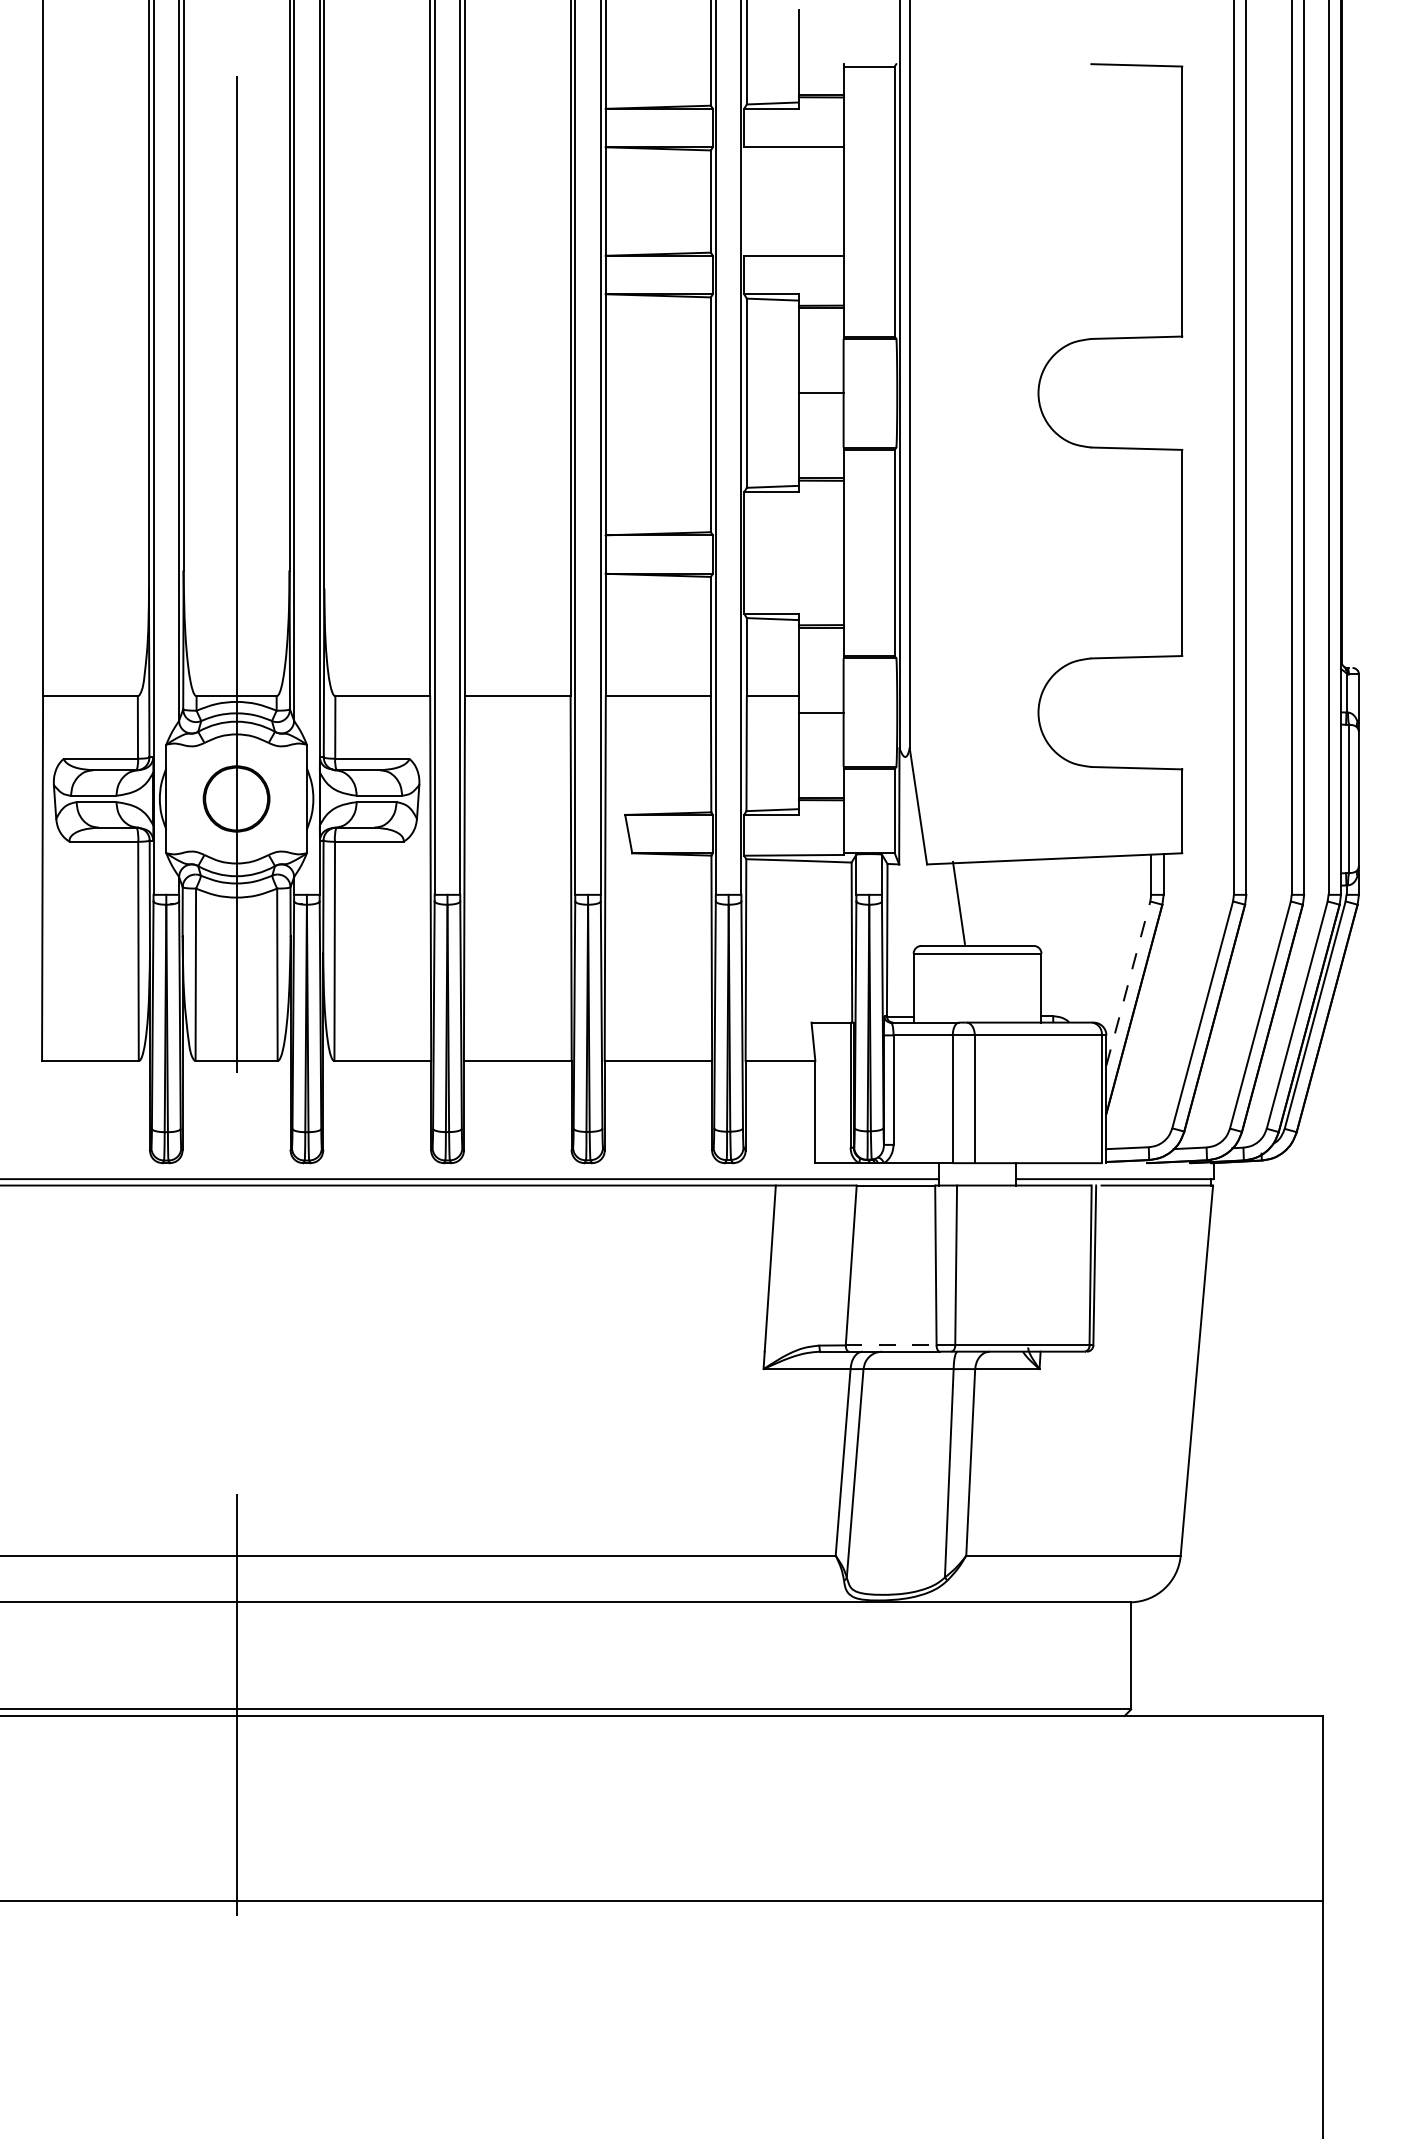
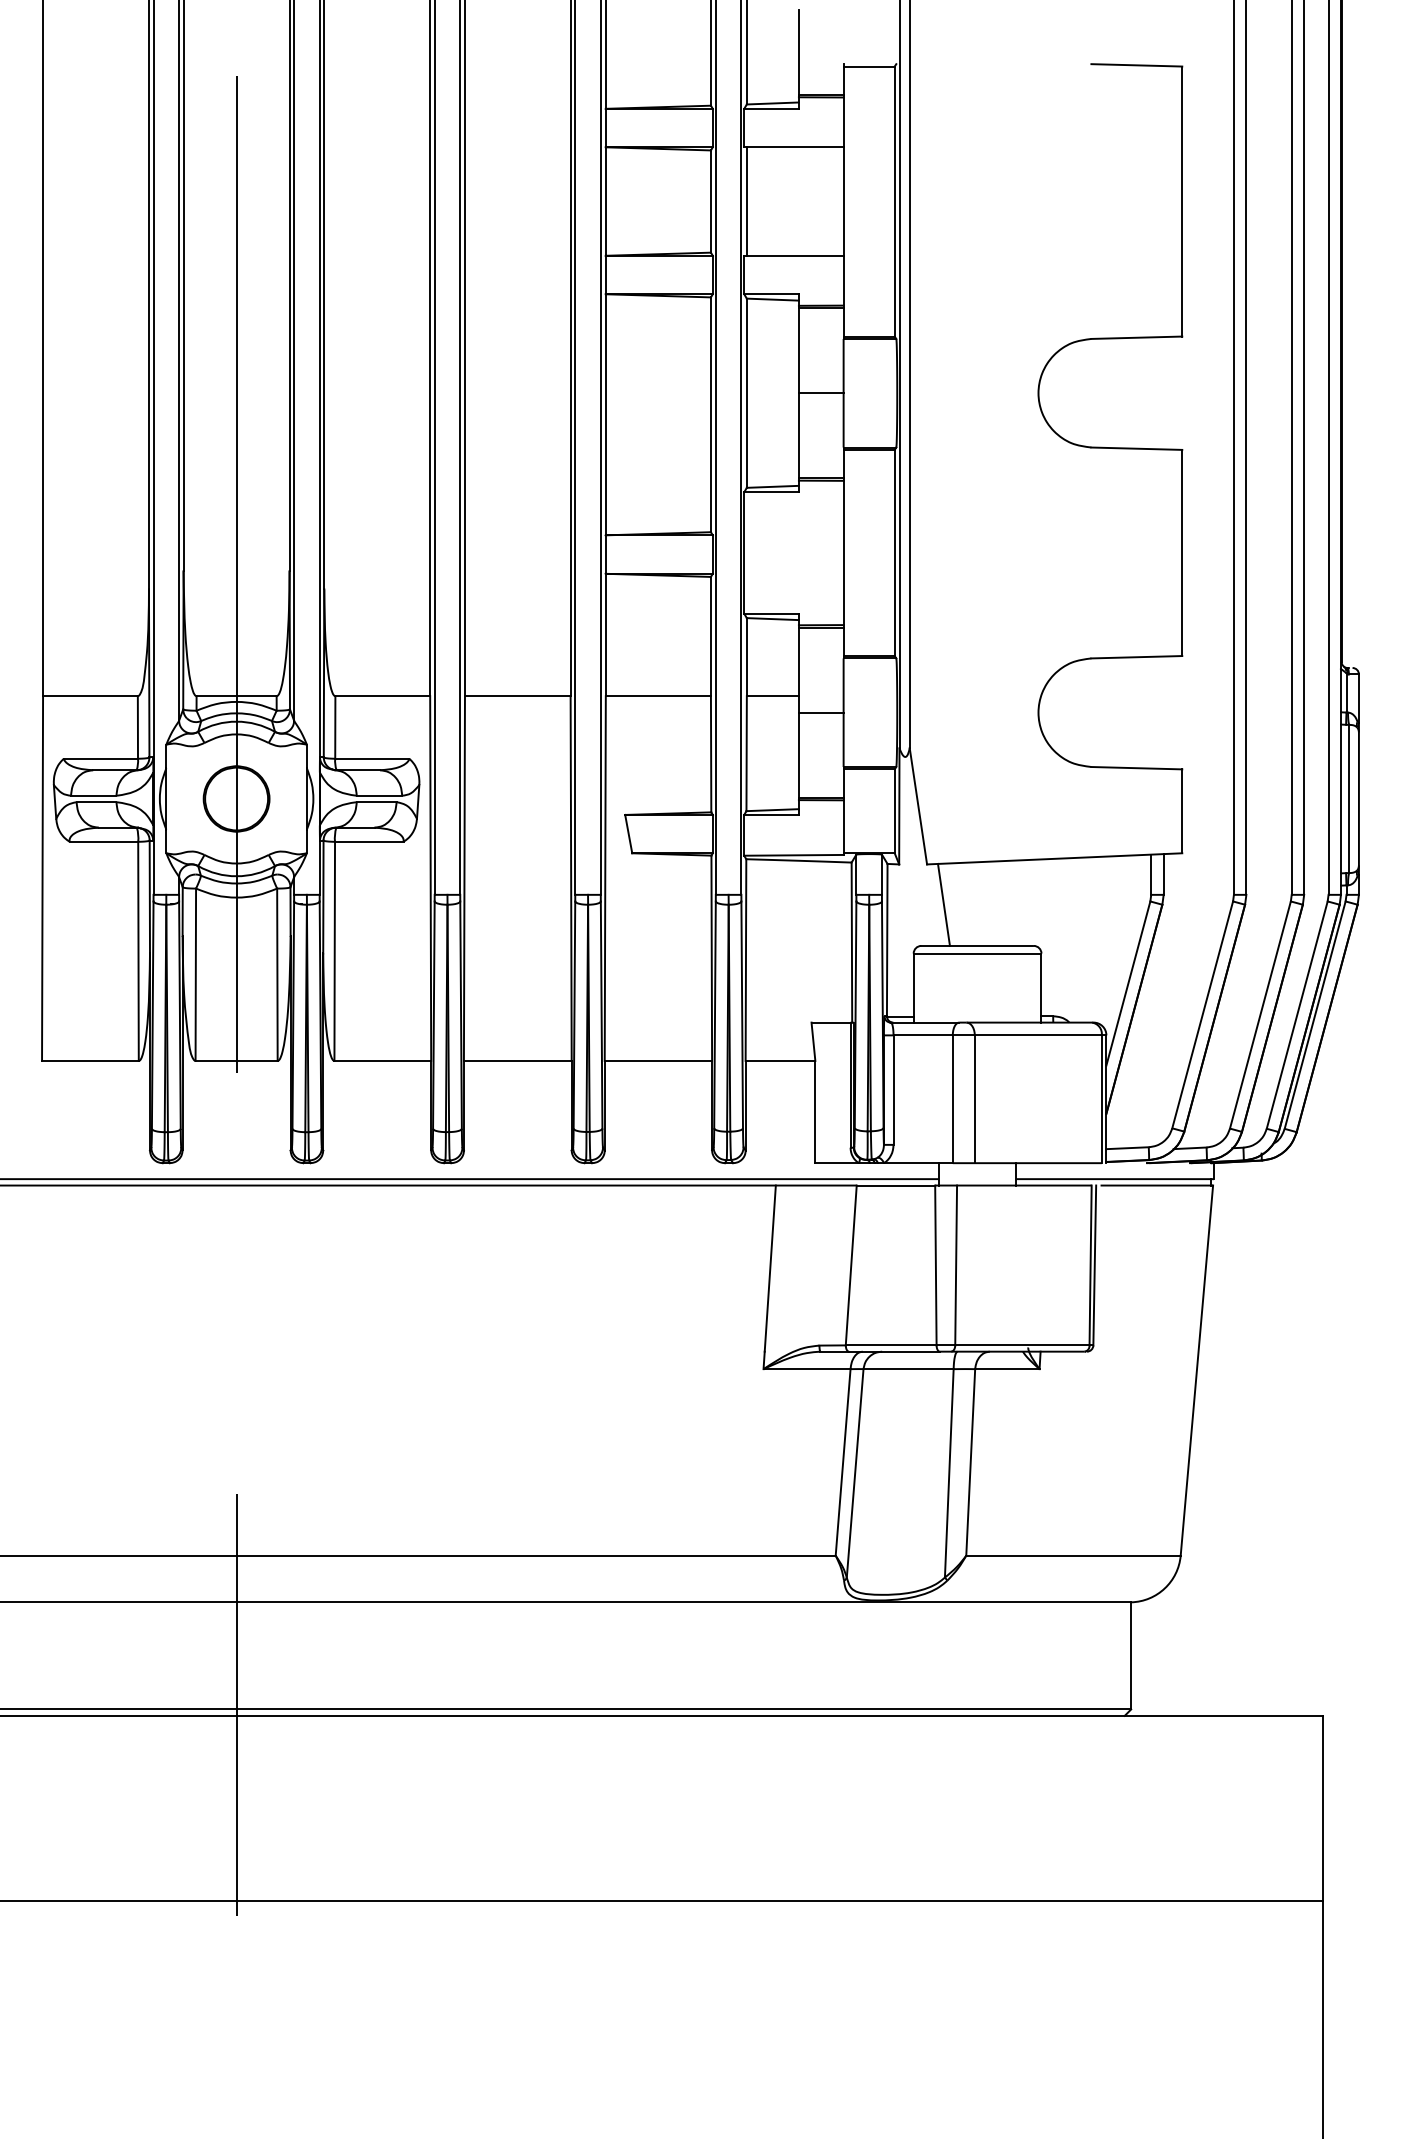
line at (746, 201): none -> present
line at (958, 902) position: (958, 902) -> (943, 904)
line at (1128, 983): dashed -> solid
line at (891, 1345): dashed -> solid
